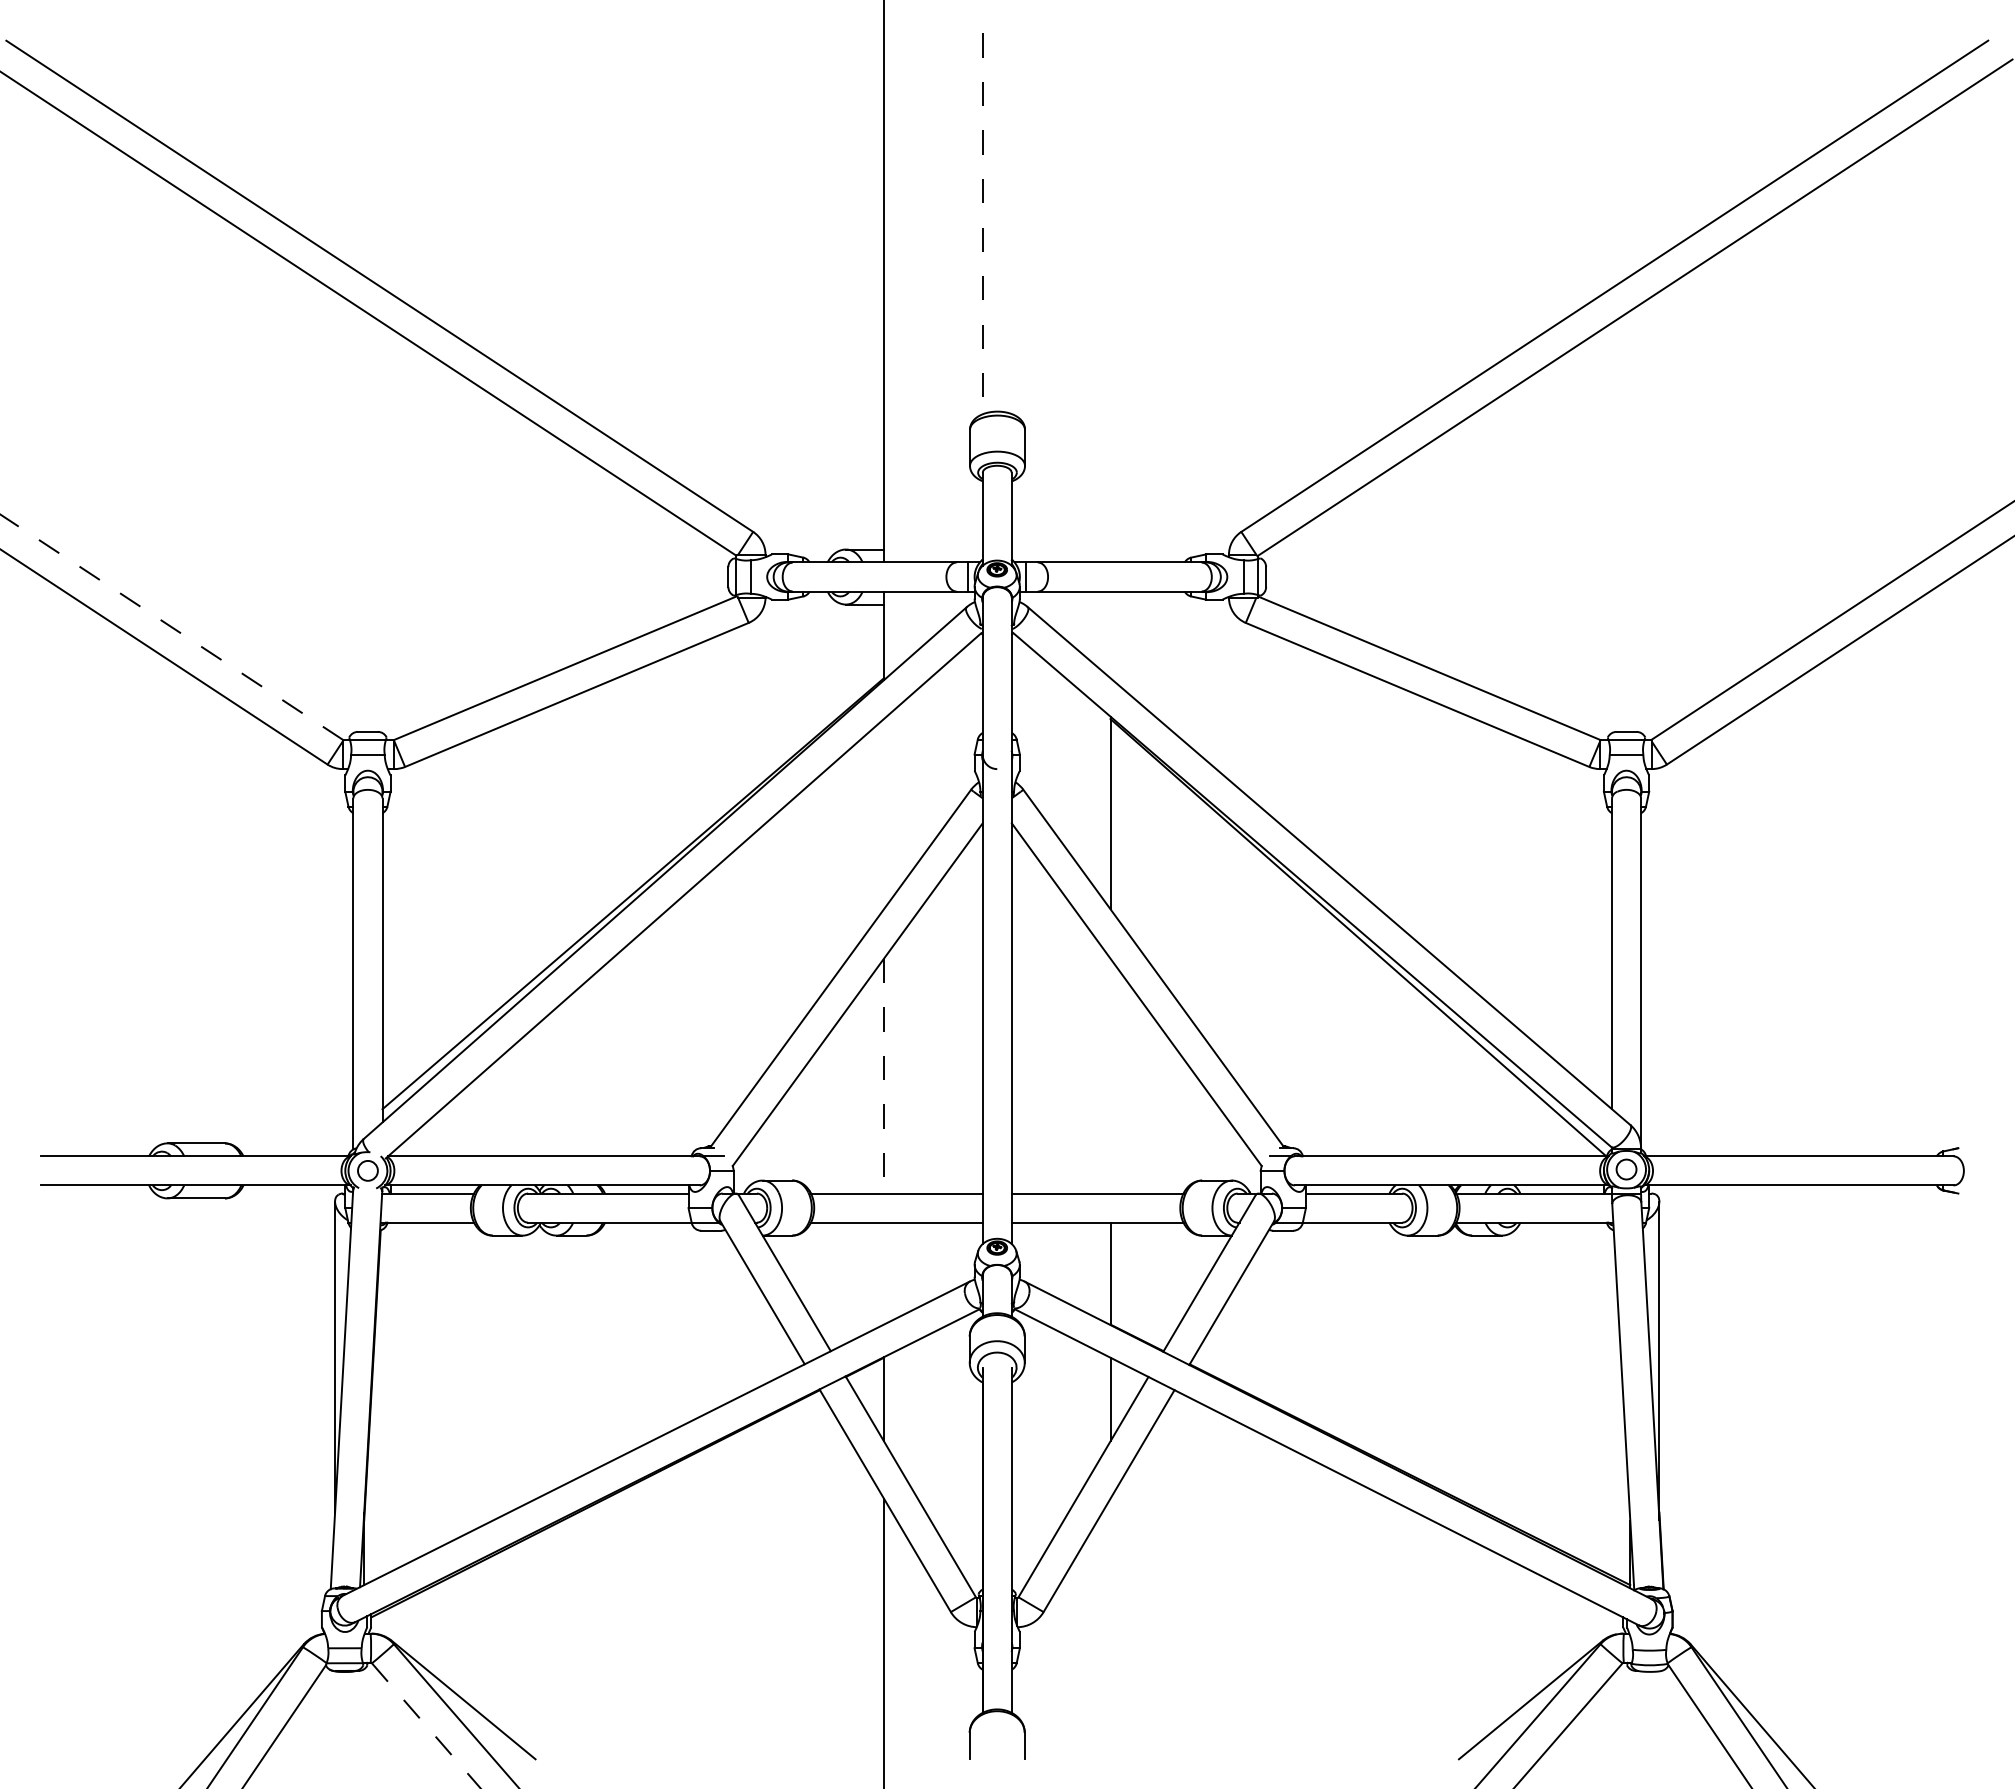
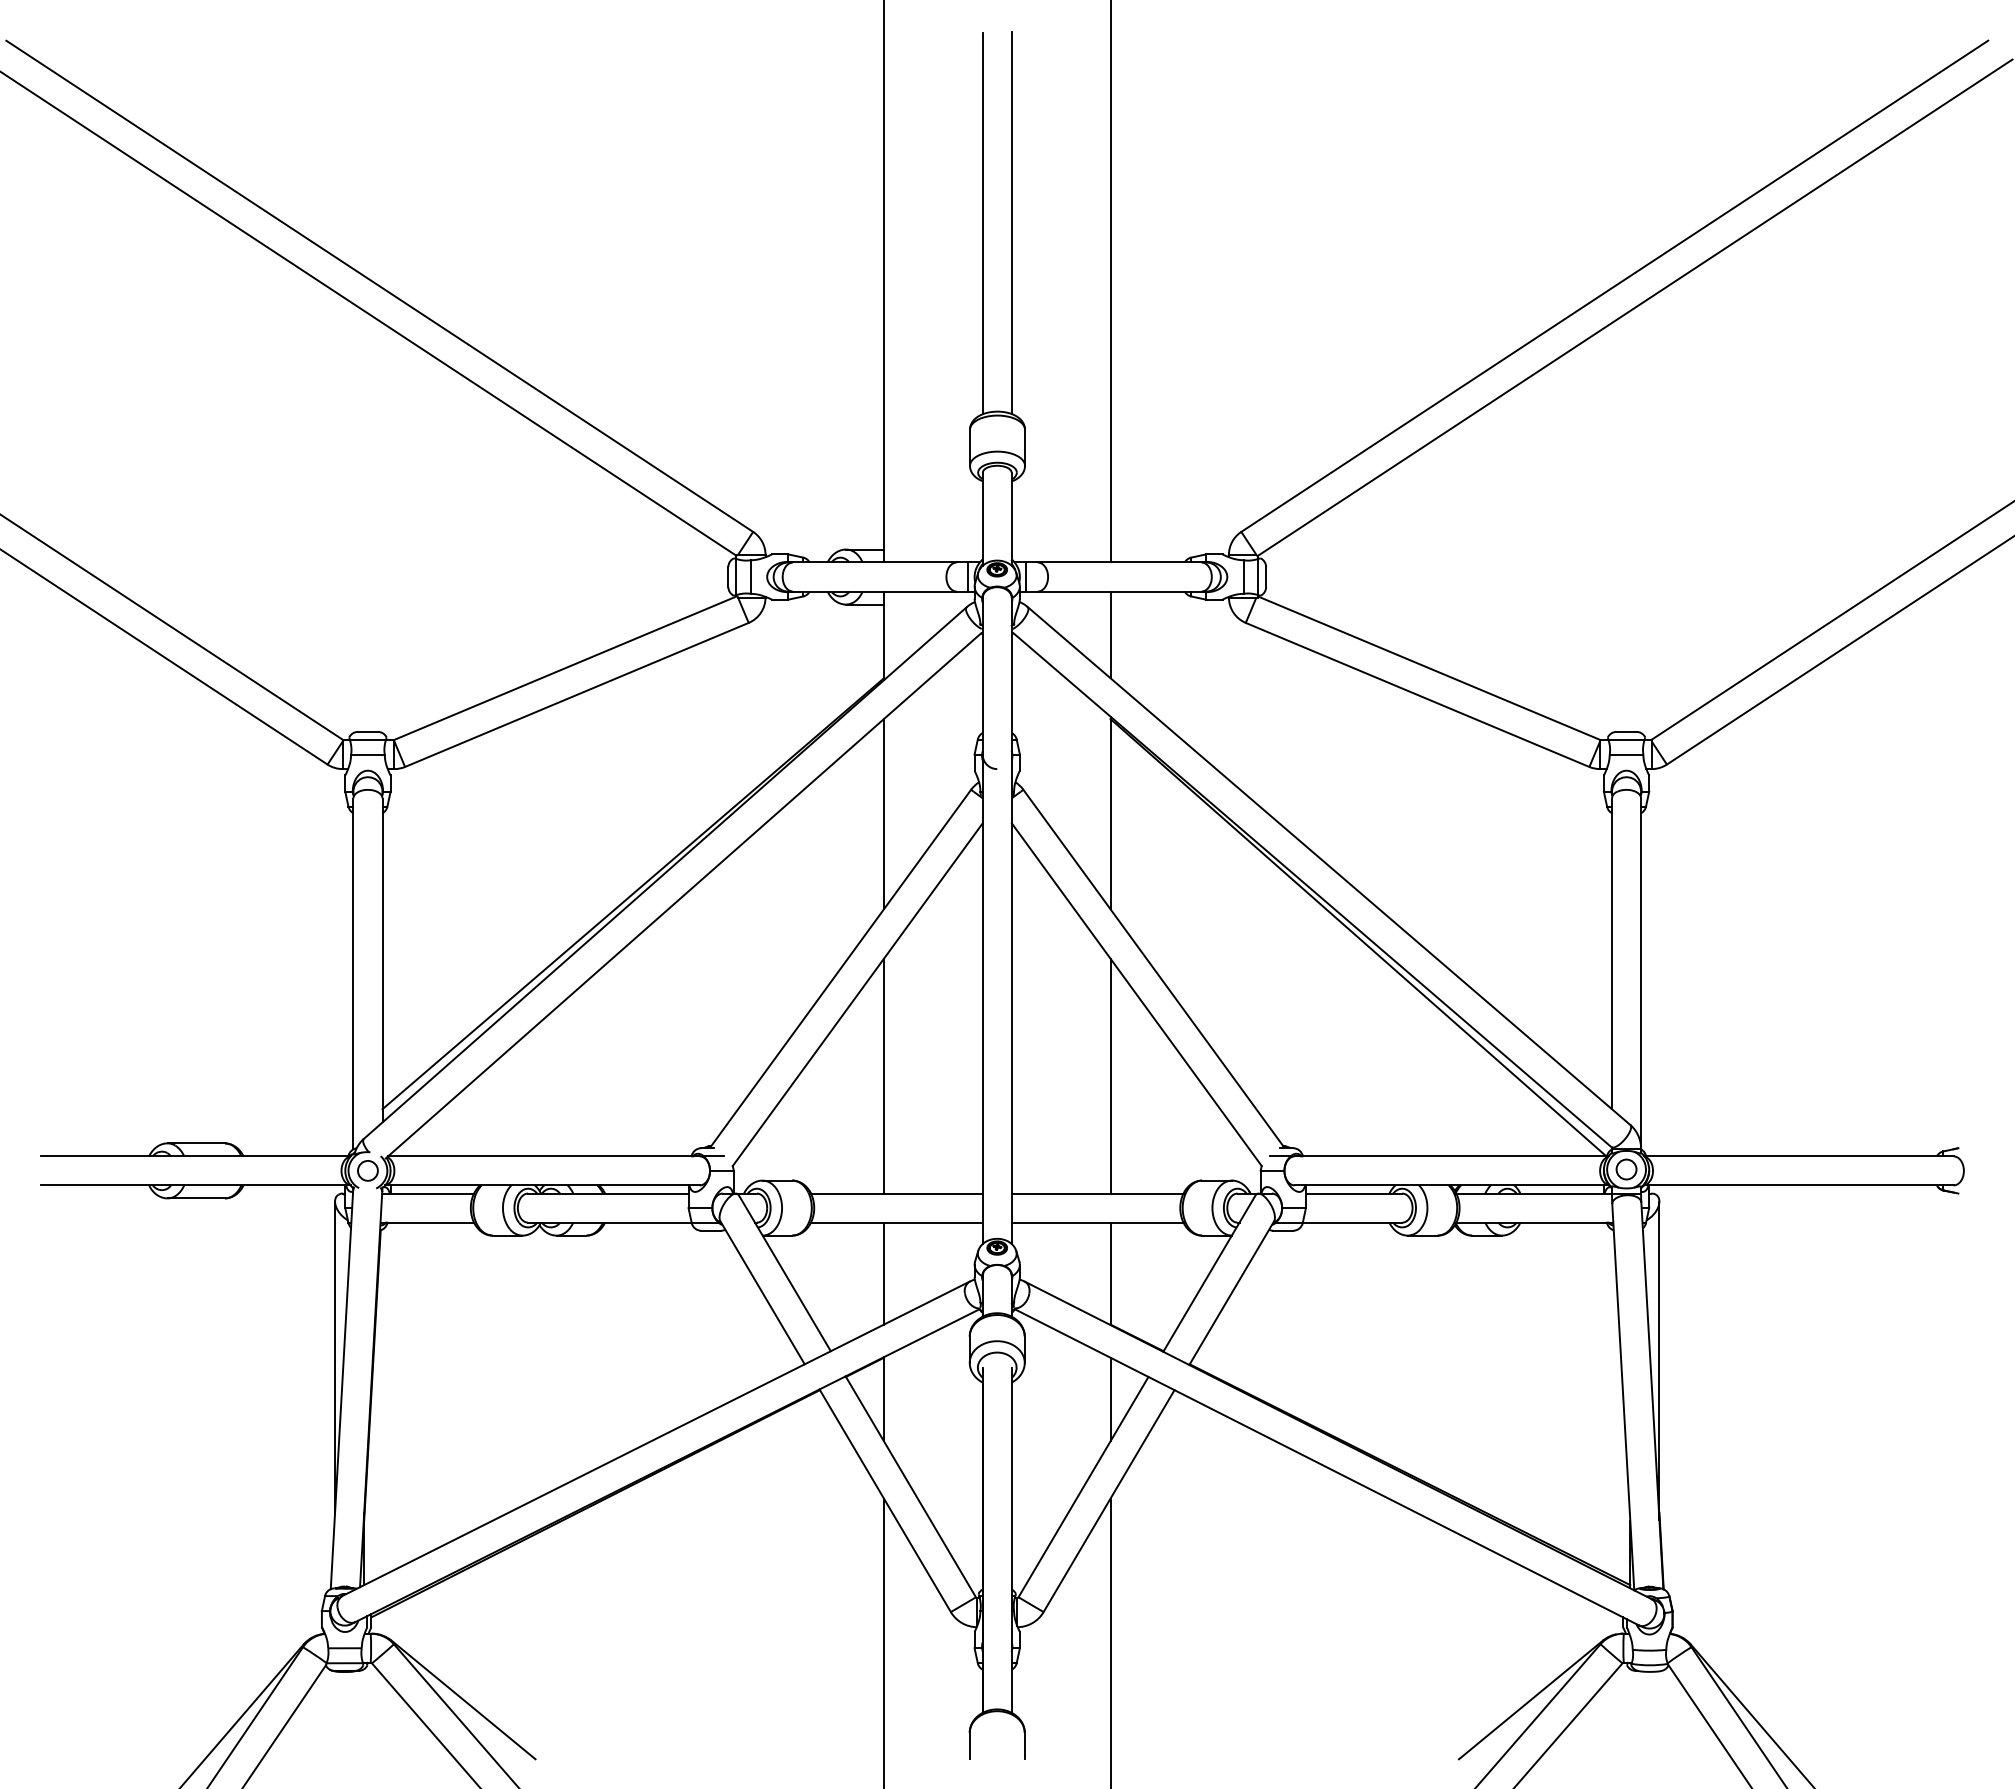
line at (1011, 222): none -> present
line at (982, 224): dashed -> solid
line at (1110, 282): none -> present
line at (171, 626): dashed -> solid
line at (1110, 634): none -> present
line at (883, 814): none -> present
line at (1110, 1075): none -> present
line at (883, 1076): dashed -> solid
line at (883, 1273): none -> present
line at (1110, 1641): none -> present
line at (426, 1725): dashed -> solid
